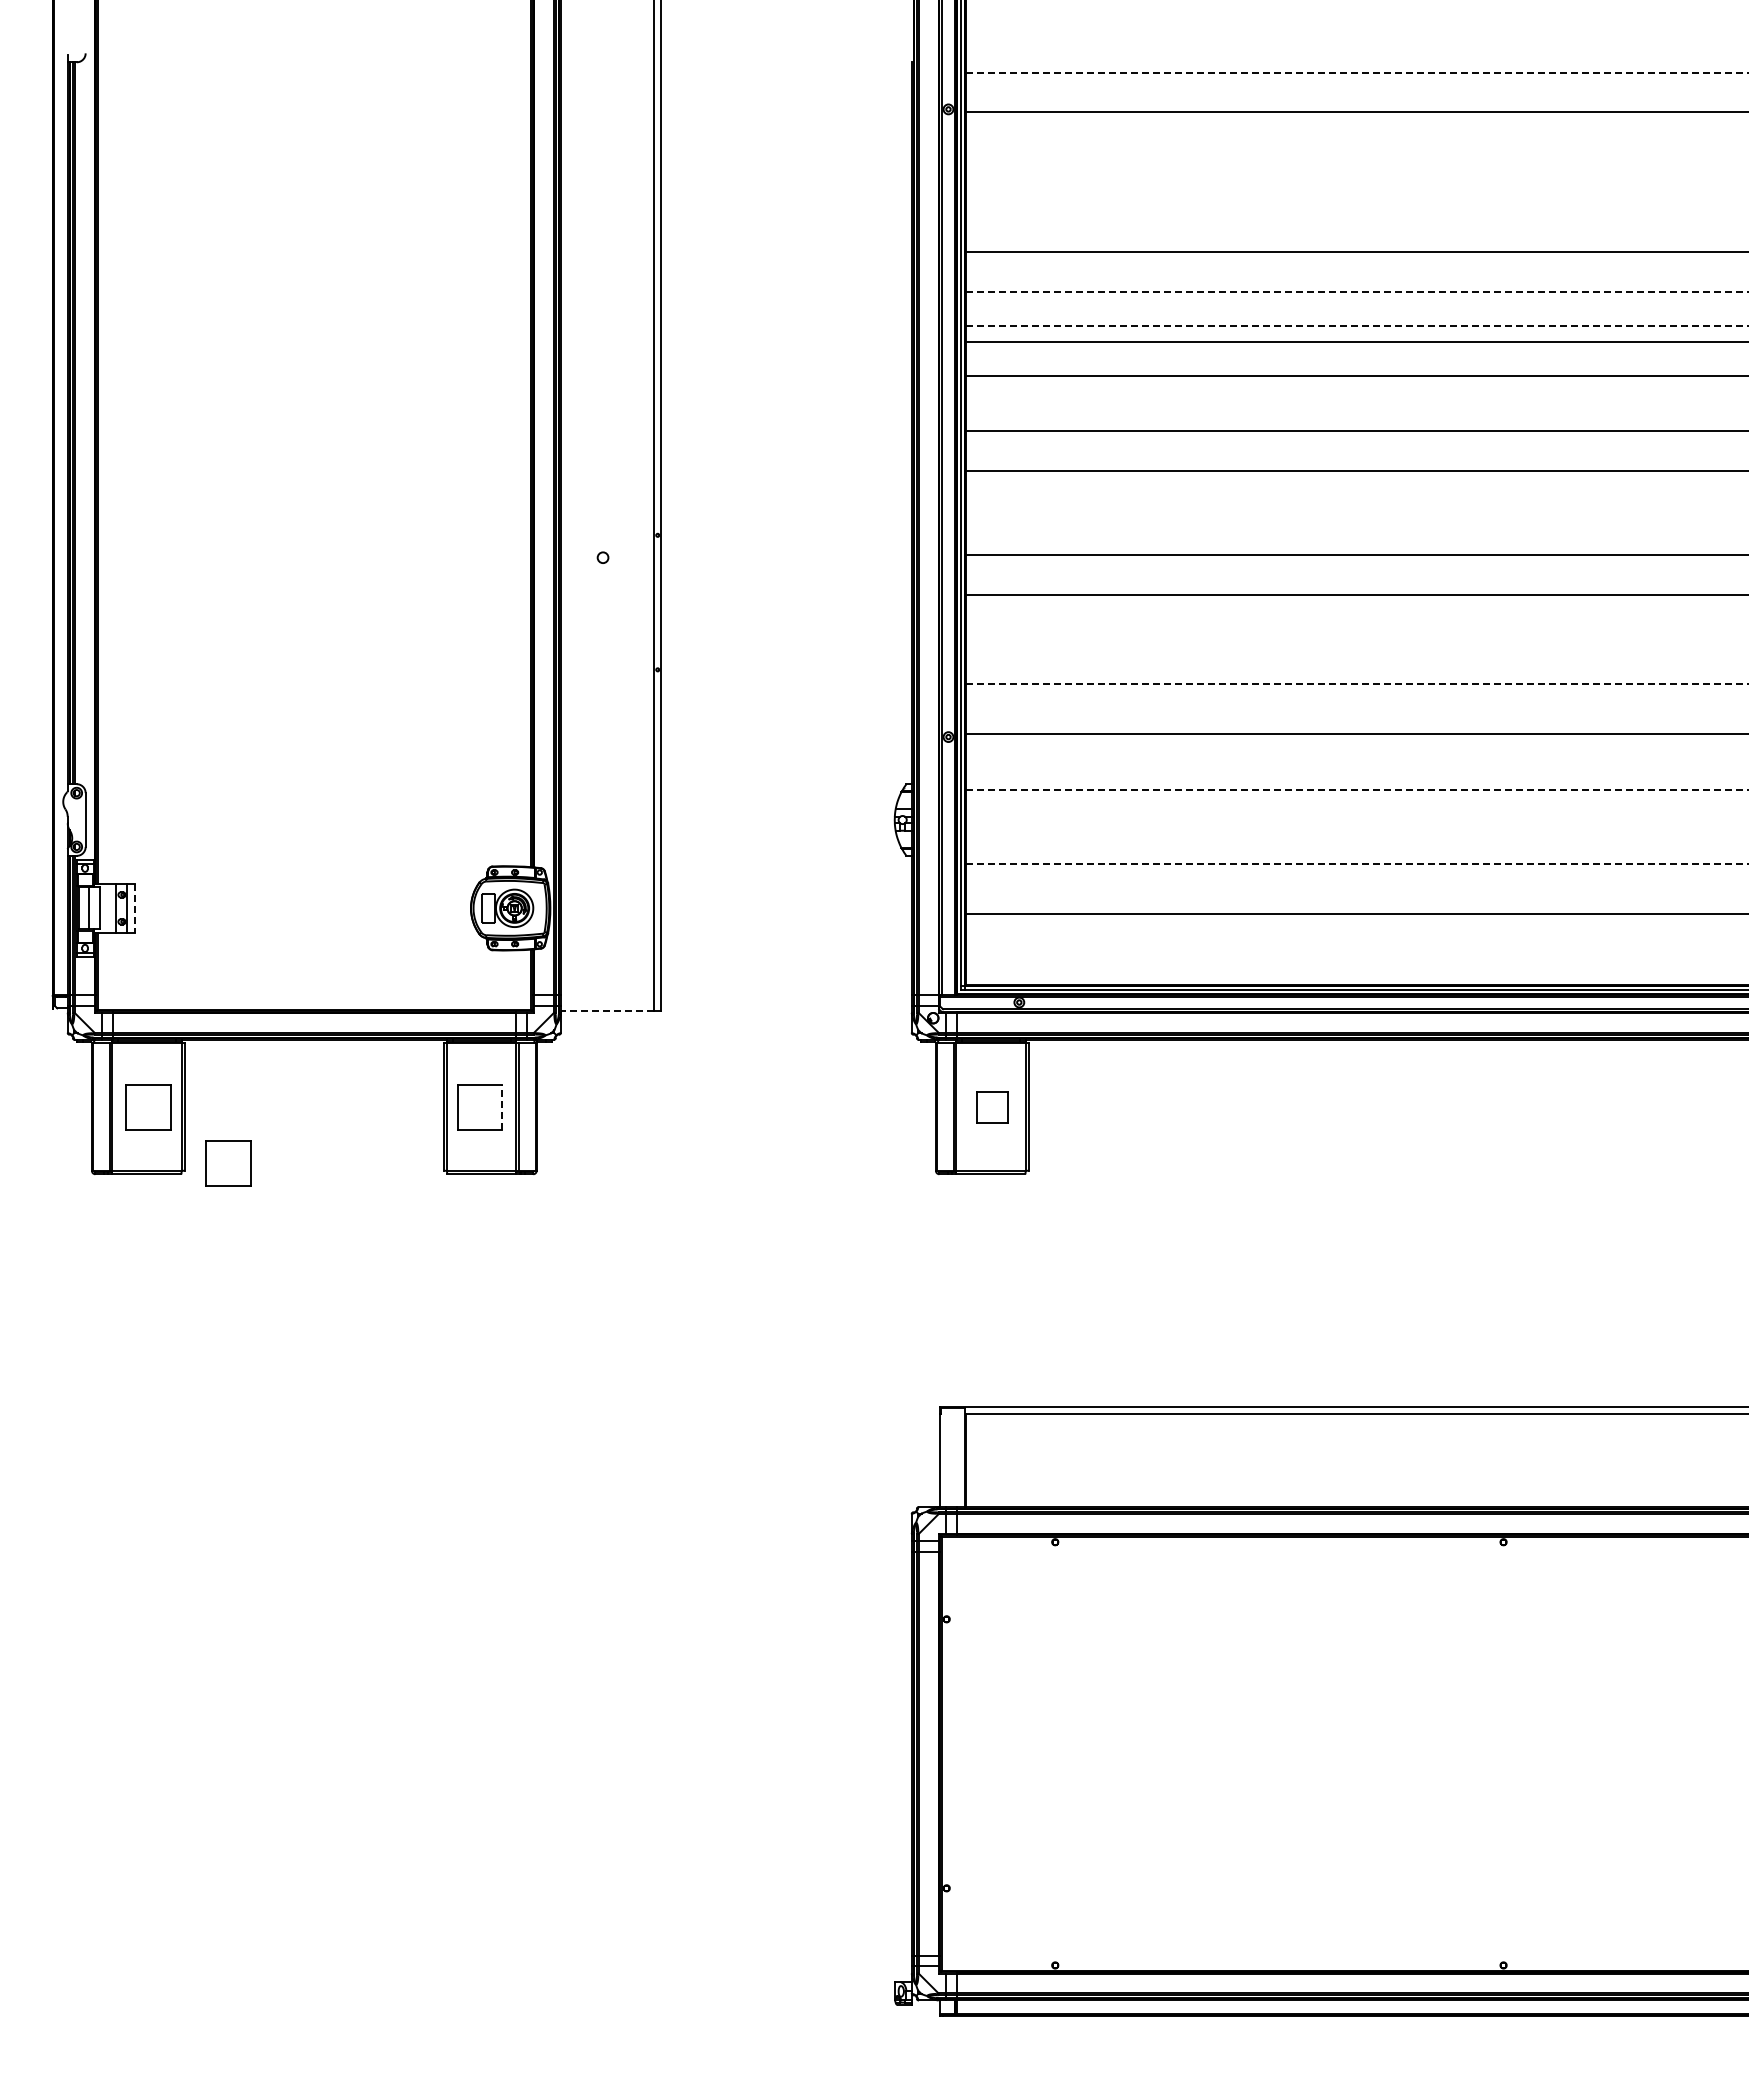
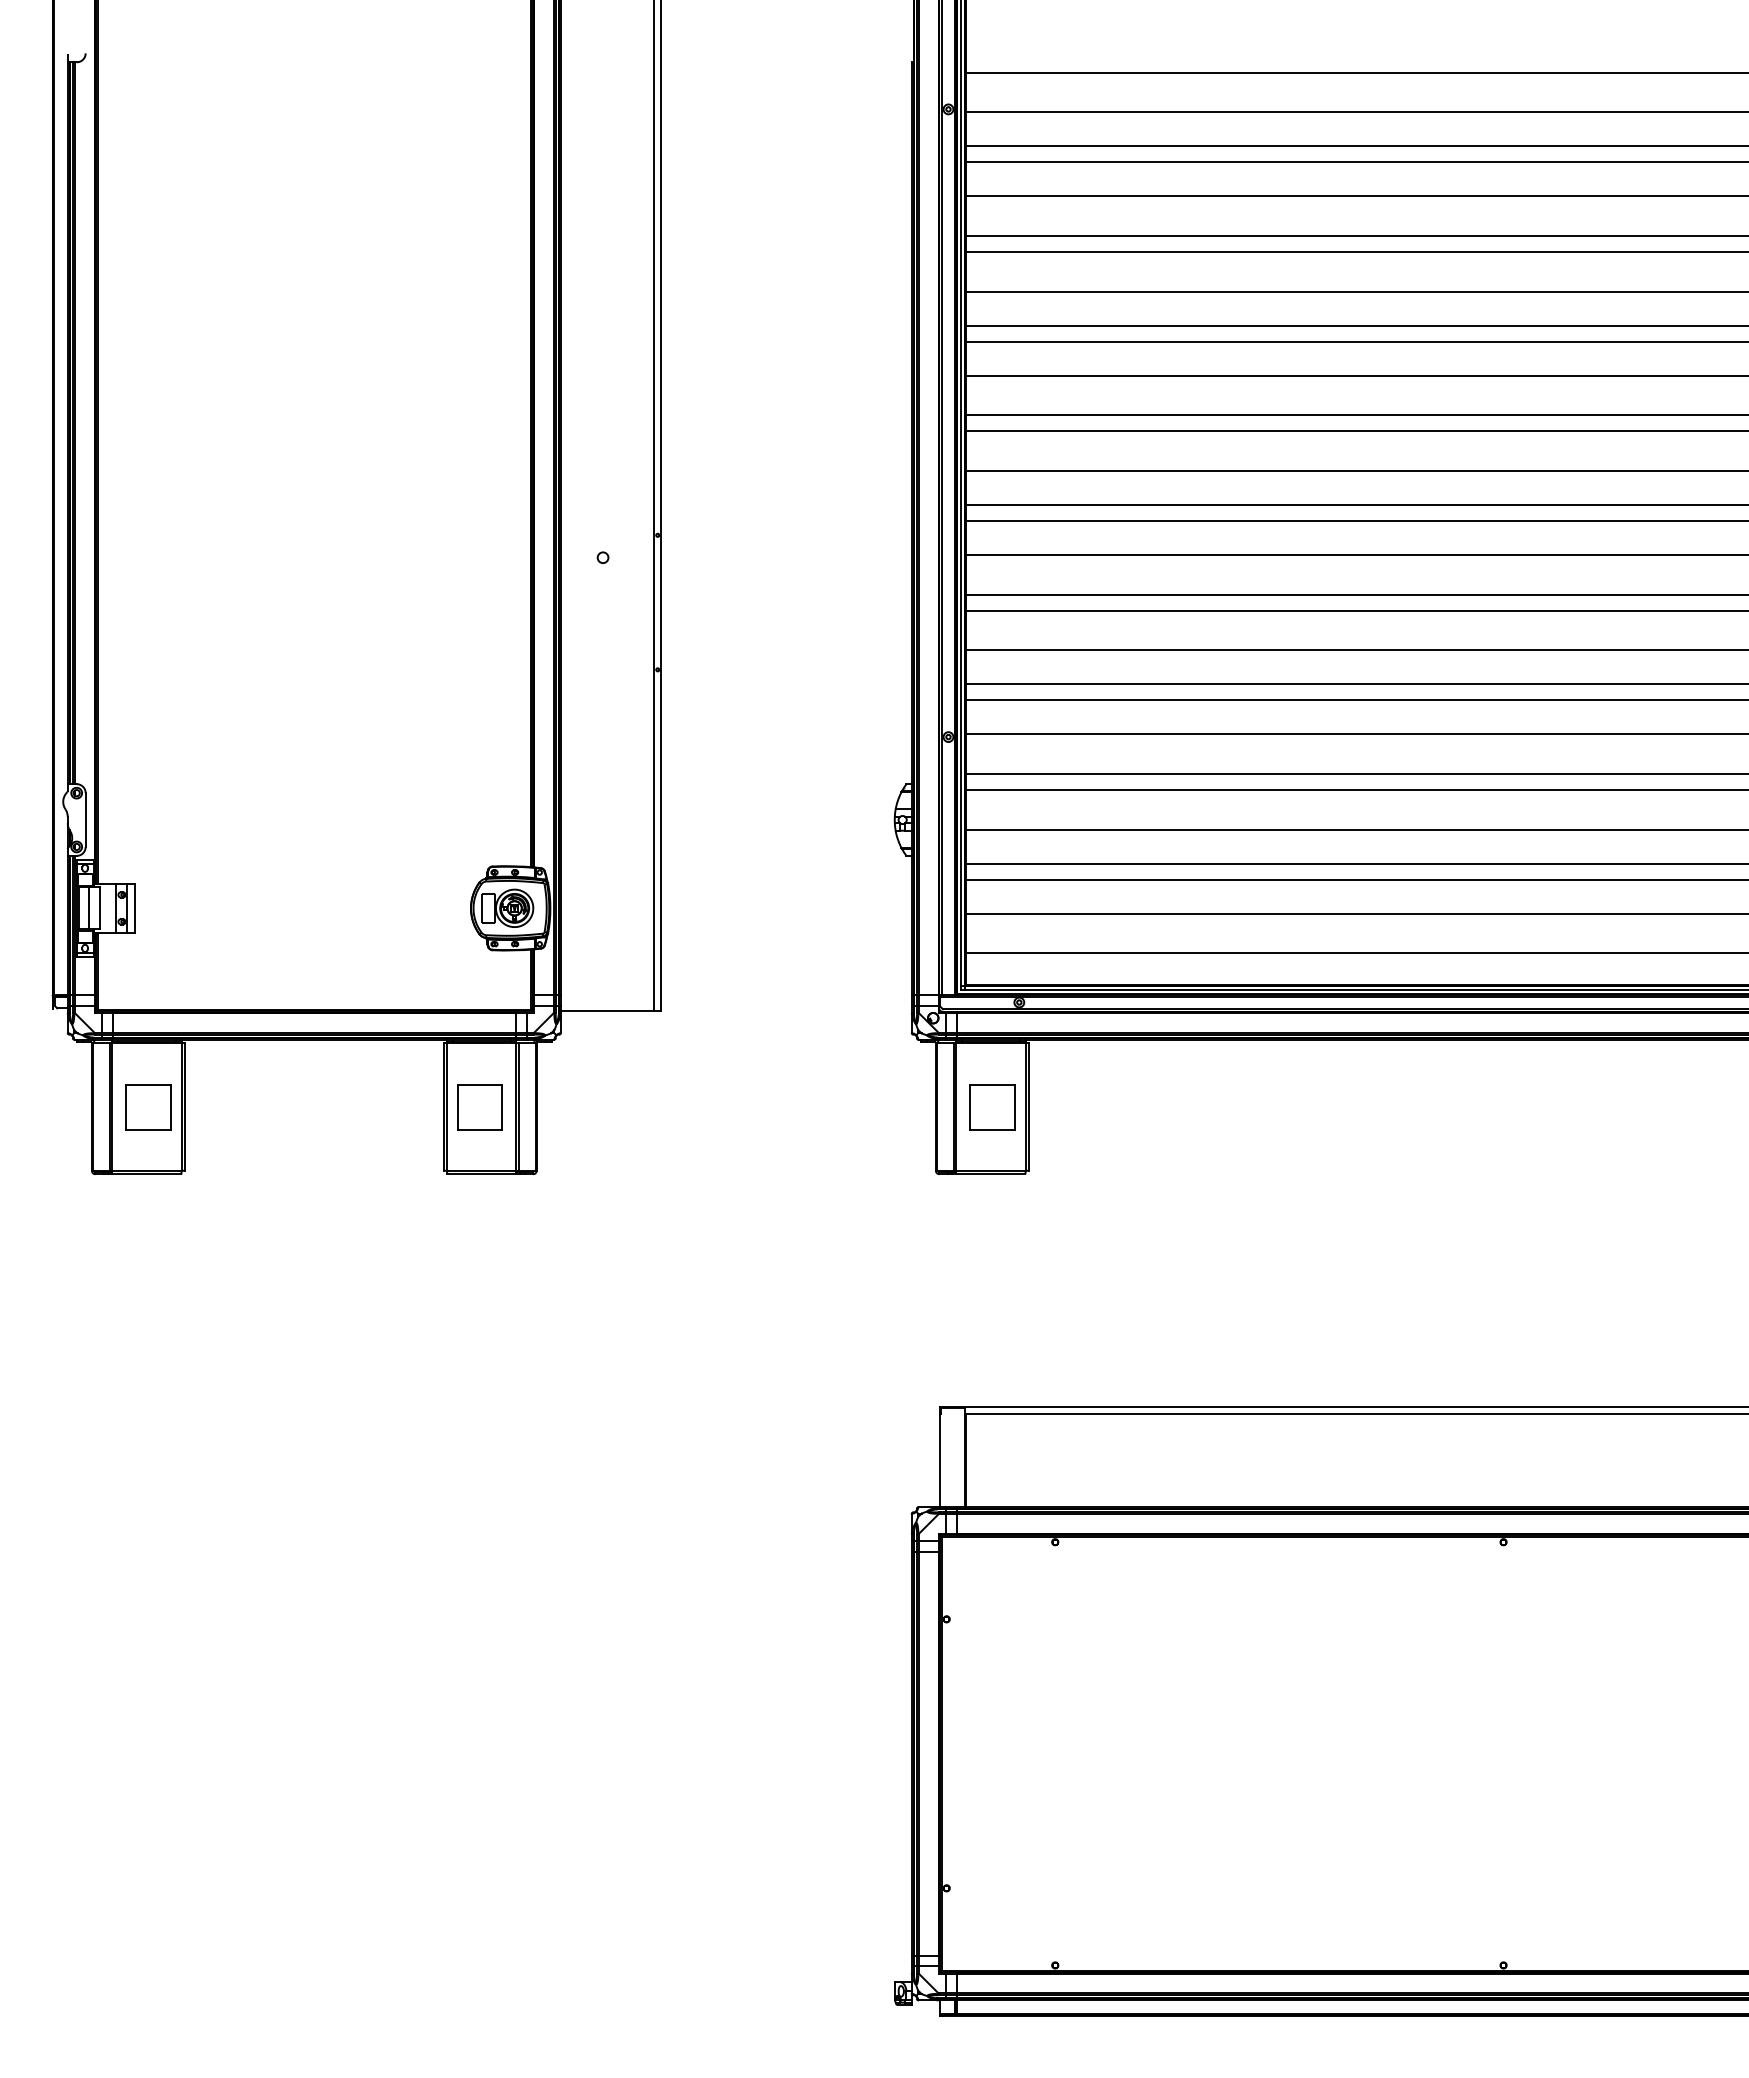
line at (1357, 72): dashed -> solid
line at (1355, 146): none -> present
line at (1355, 162): none -> present
line at (1355, 196): none -> present
line at (1355, 235): none -> present
line at (1357, 291): dashed -> solid
line at (1357, 325): dashed -> solid
line at (1355, 415): none -> present
line at (1355, 504): none -> present
line at (1355, 521): none -> present
line at (1355, 610): none -> present
line at (1355, 650): none -> present
line at (1357, 684): dashed -> solid
line at (1355, 700): none -> present
line at (1355, 773): none -> present
line at (1357, 790): dashed -> solid
line at (1355, 829): none -> present
line at (1357, 863): dashed -> solid
line at (1355, 879): none -> present
line at (134, 908): dashed -> solid
line at (1355, 953): none -> present
line at (606, 1011): dashed -> solid
line at (502, 1107): dashed -> solid
part at (992, 1107) size: 33x33 px -> 47x47 px
part at (228, 1163): present -> none
